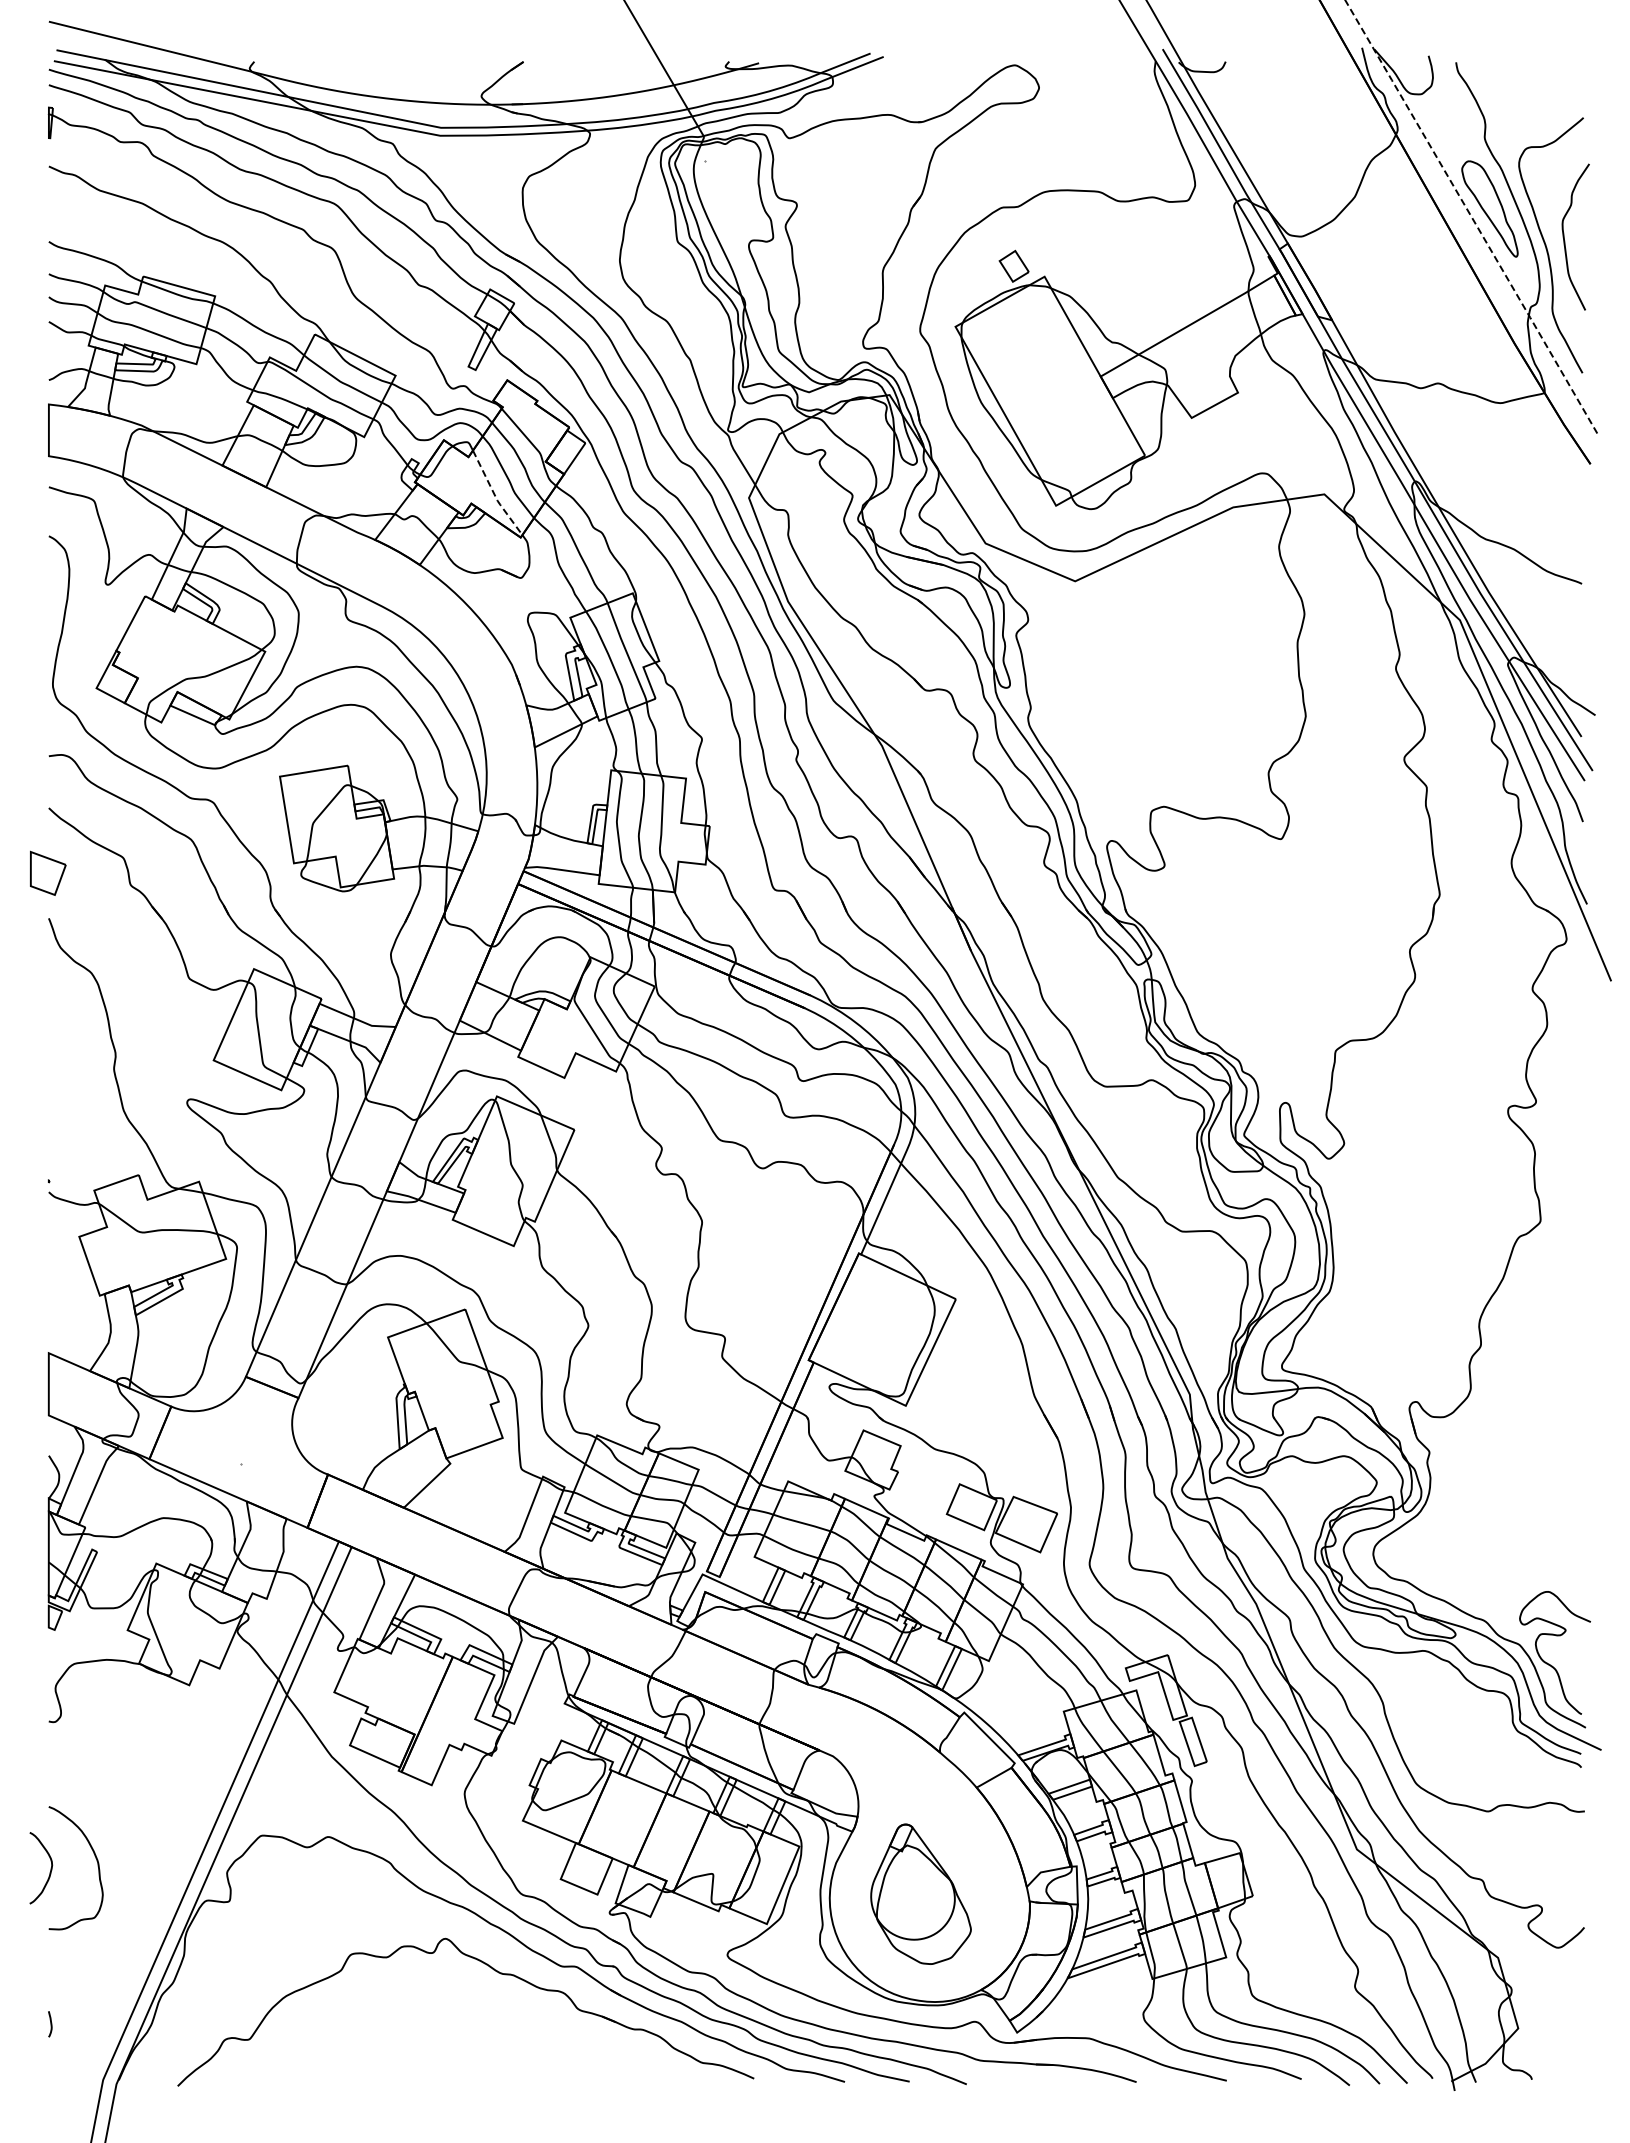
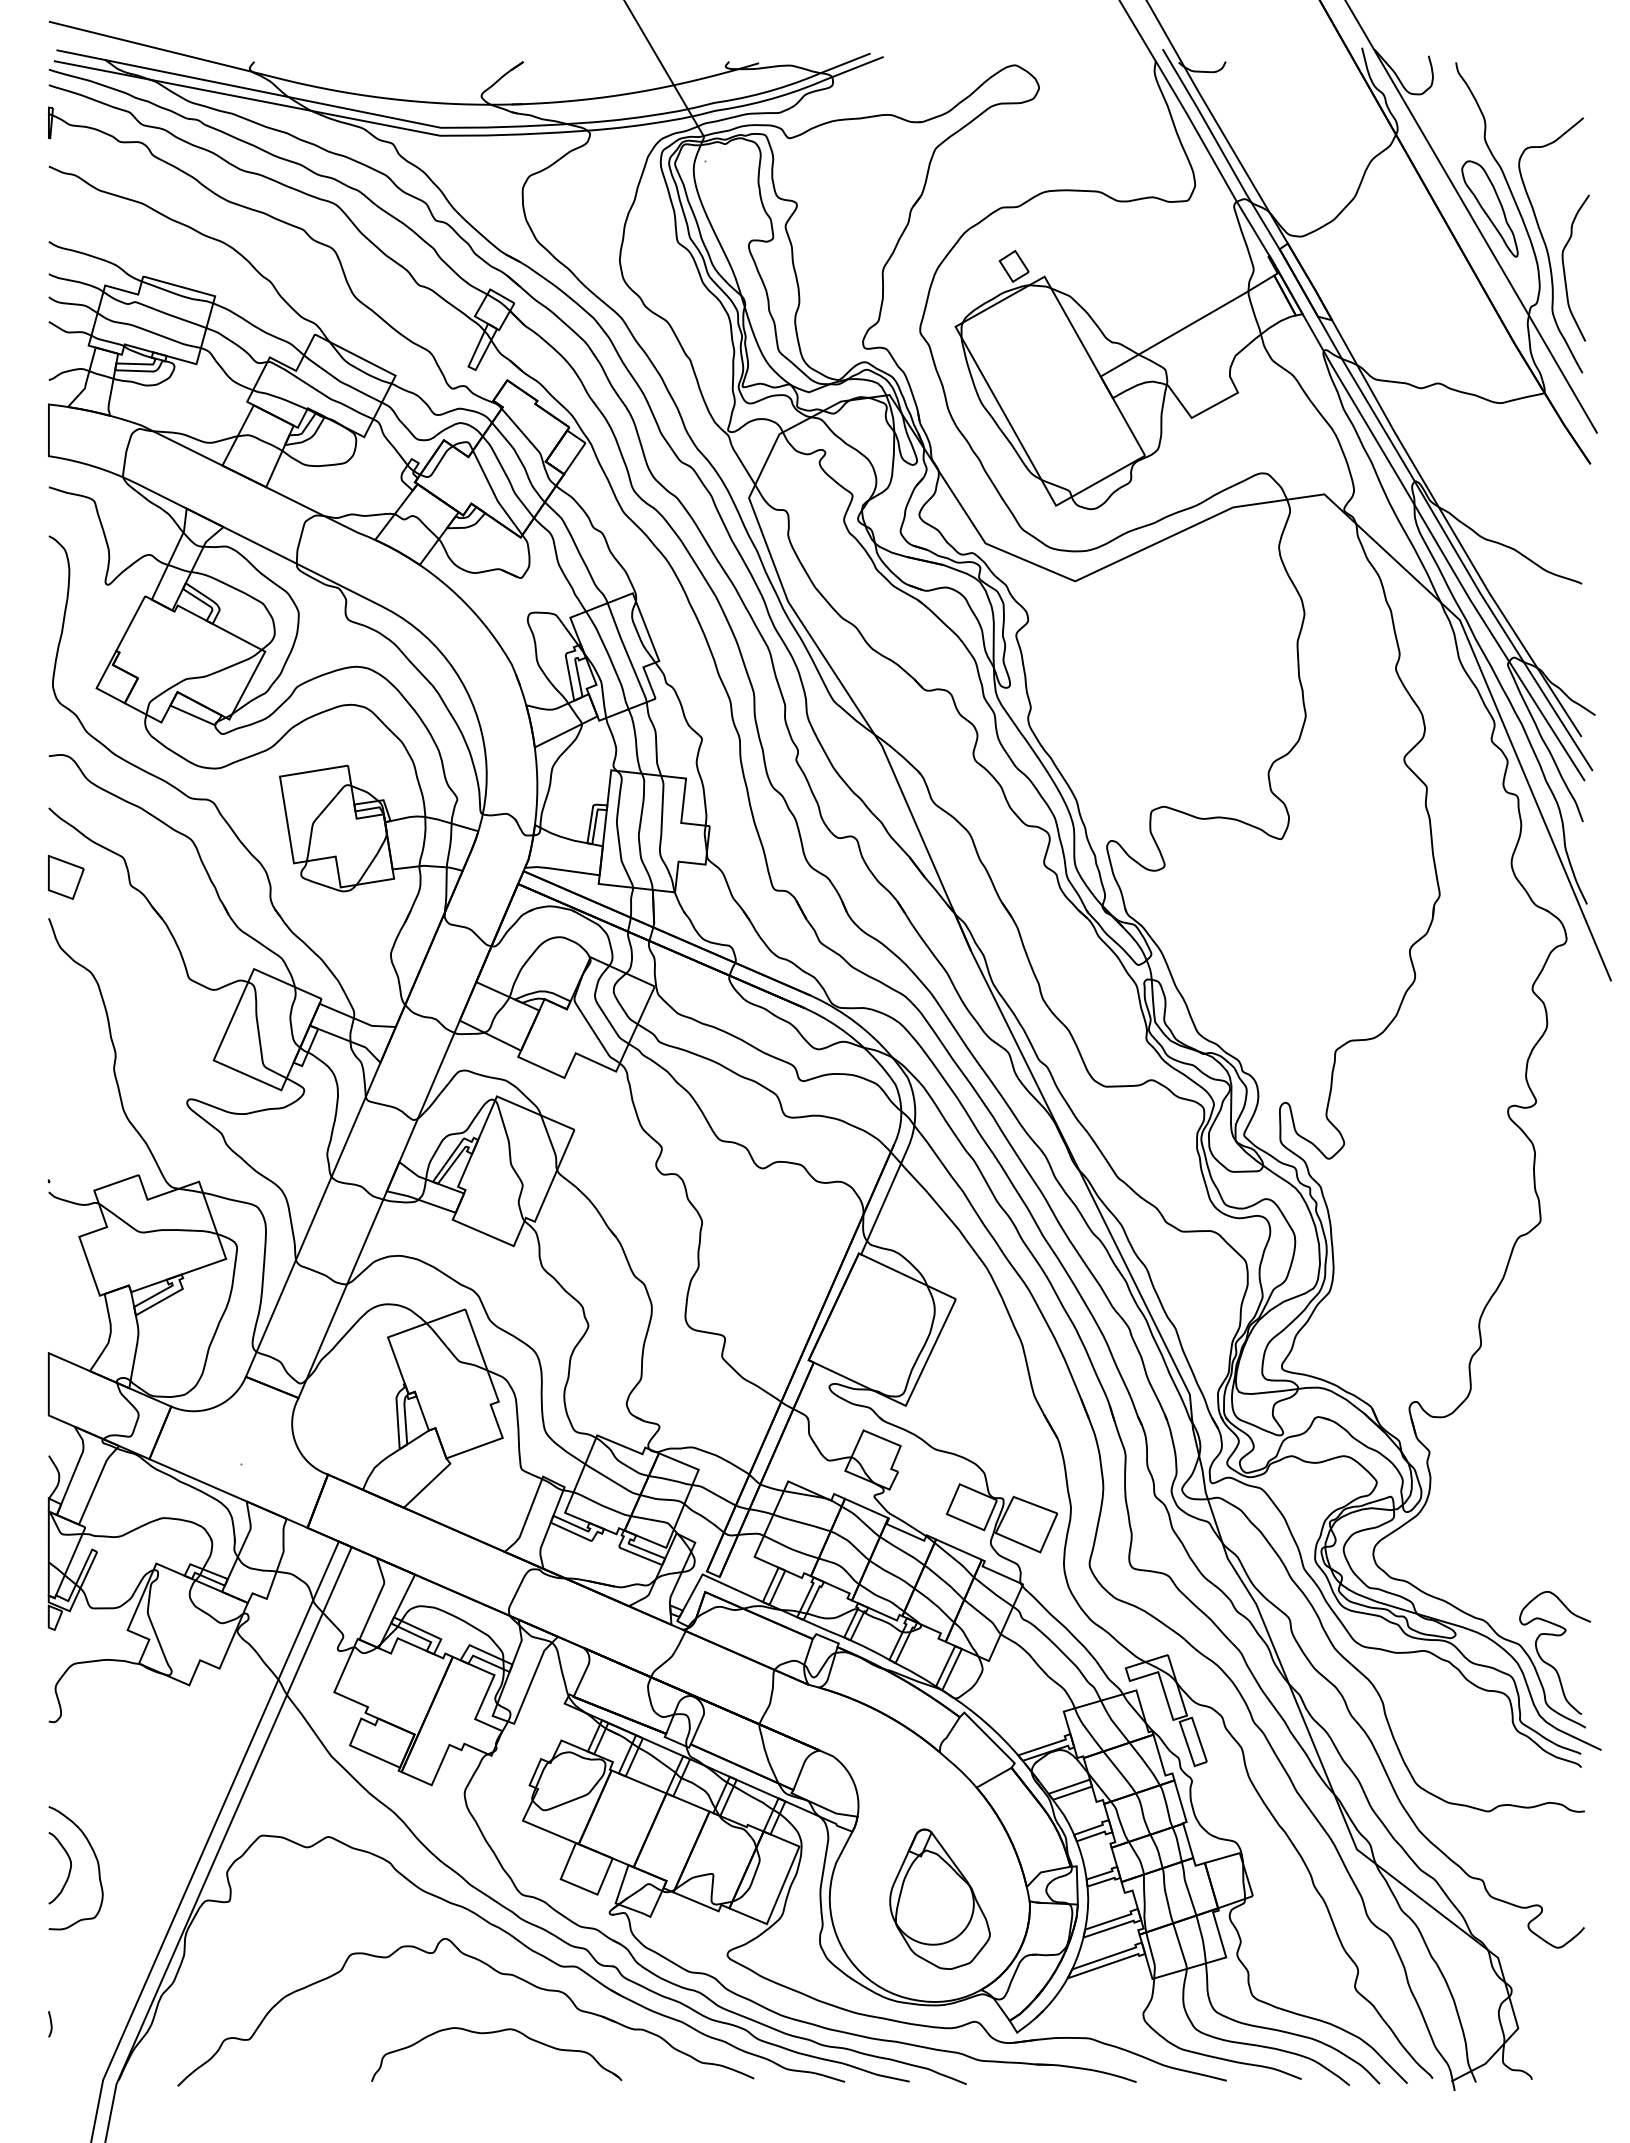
line at (1471, 216): dashed -> solid
curve at (1565, 240) position: (1565, 240) -> (1565, 271)
line at (495, 495): dashed -> solid
part at (48, 872) position: (48, 872) -> (66, 876)
curve at (49, 1872) position: (49, 1872) -> (68, 1872)
part at (920, 1893) position: (920, 1893) -> (939, 1898)
part at (493, 2033): none -> present
